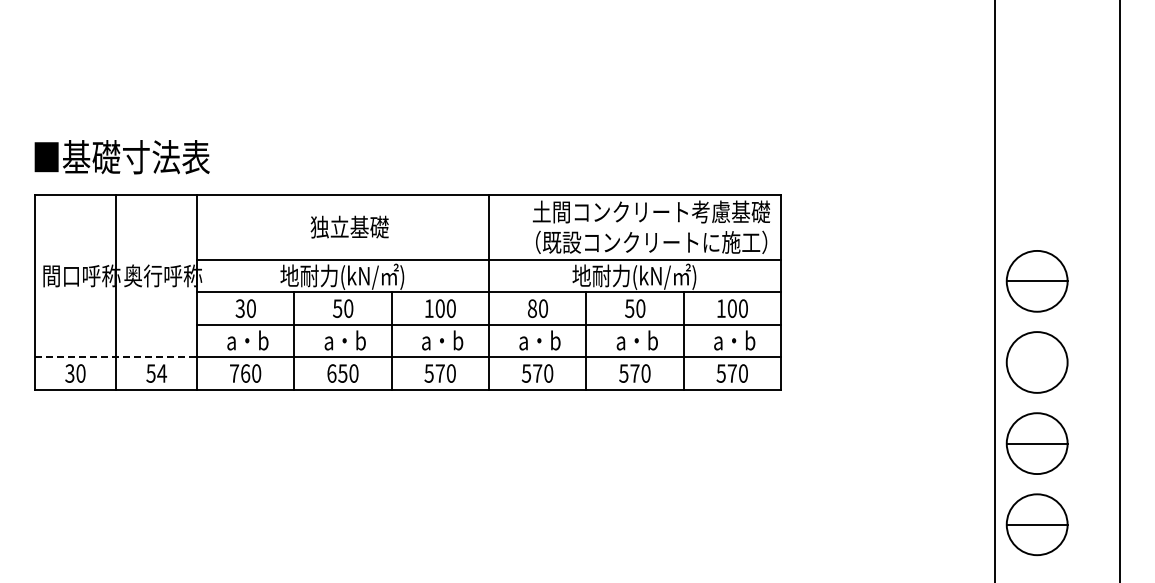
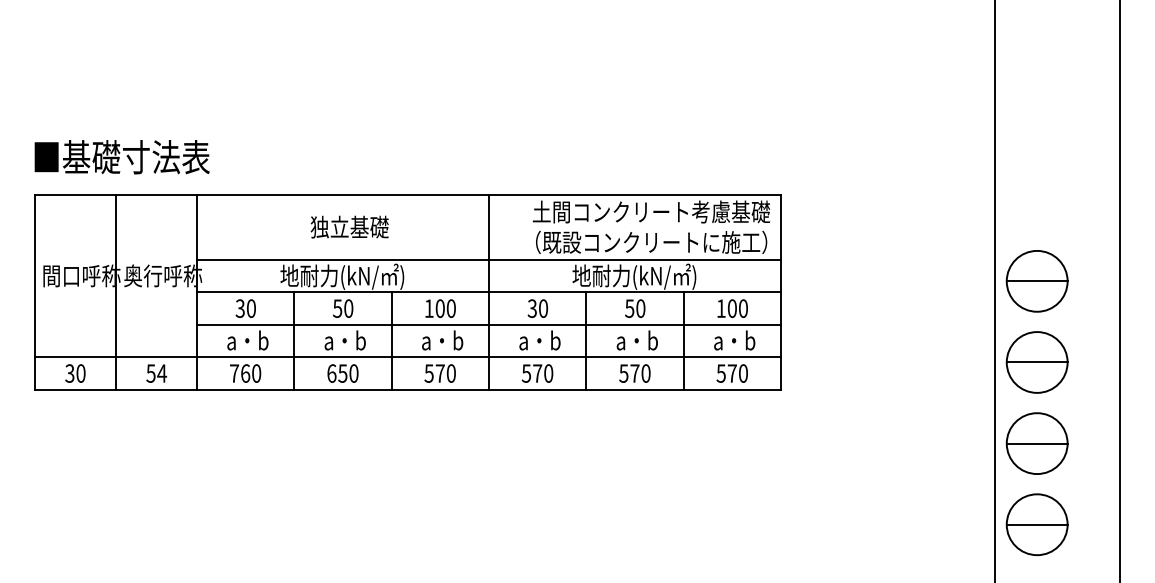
text at (531, 308): 80 -> 30
line at (116, 357): dashed -> solid
line at (1036, 362): none -> present
